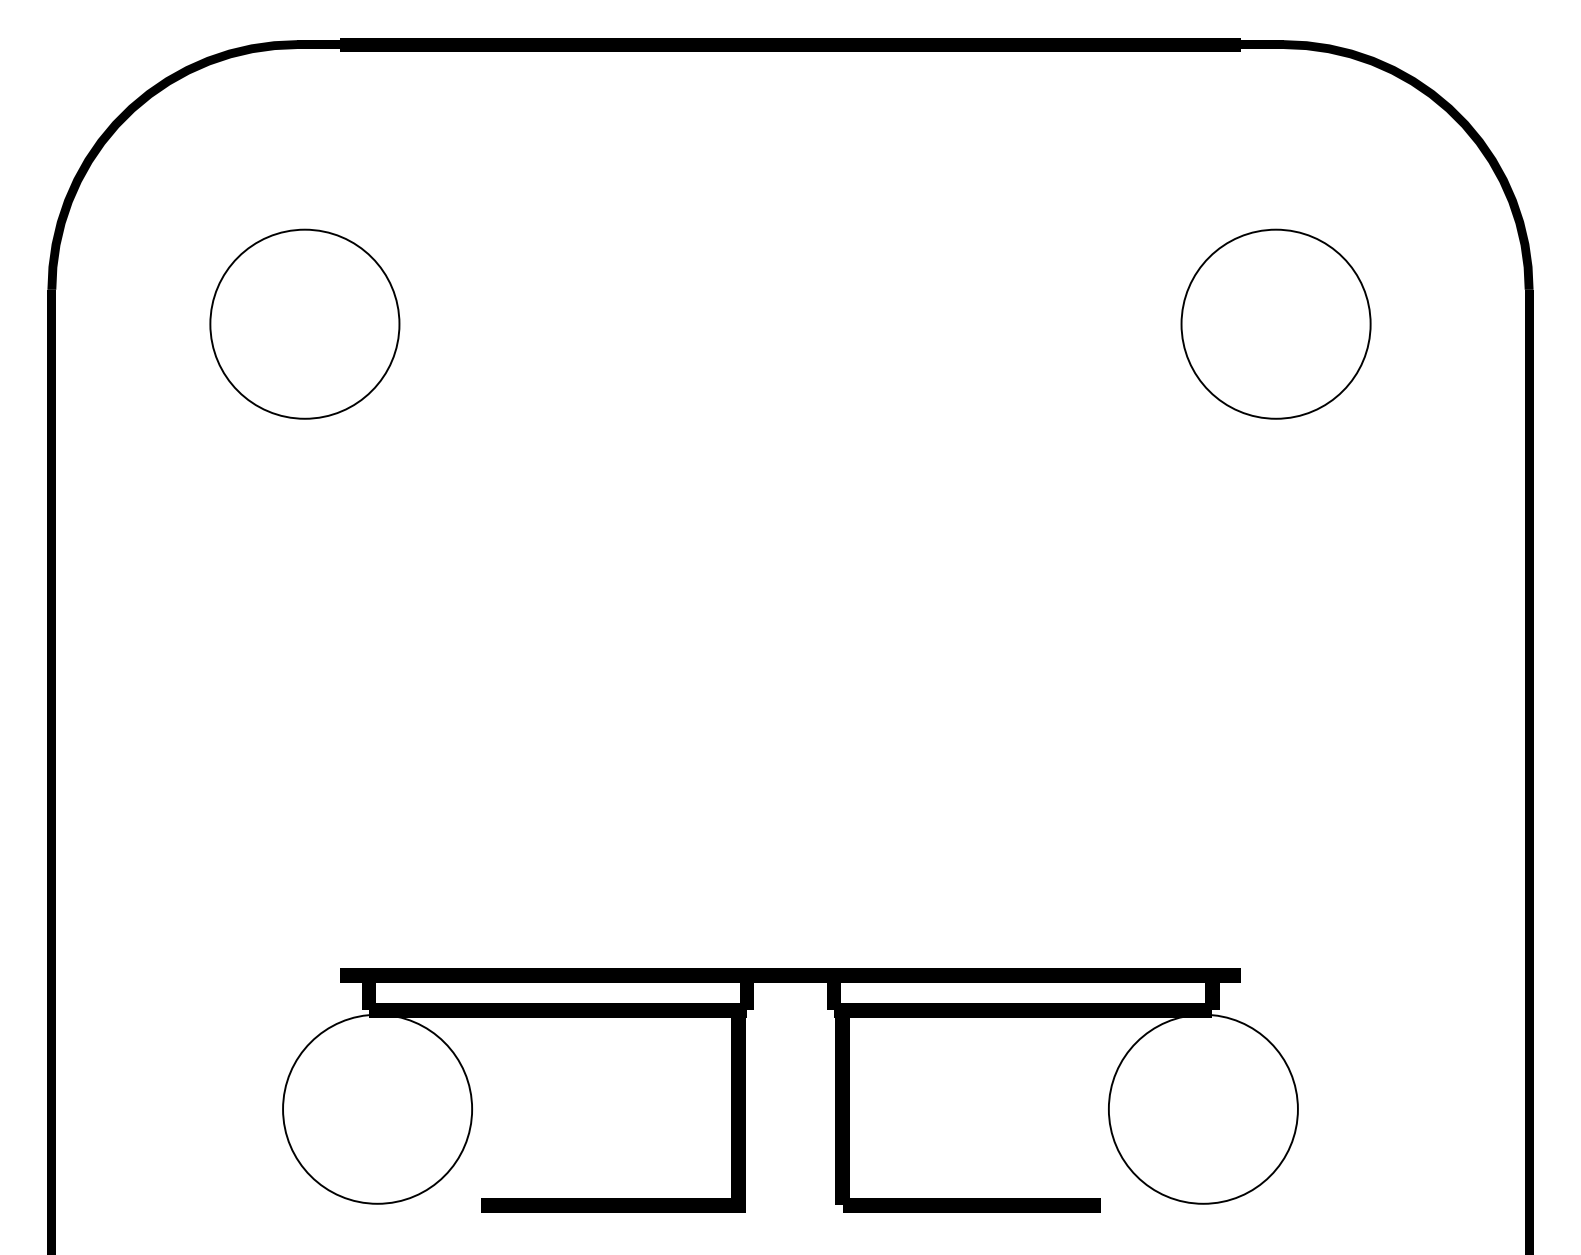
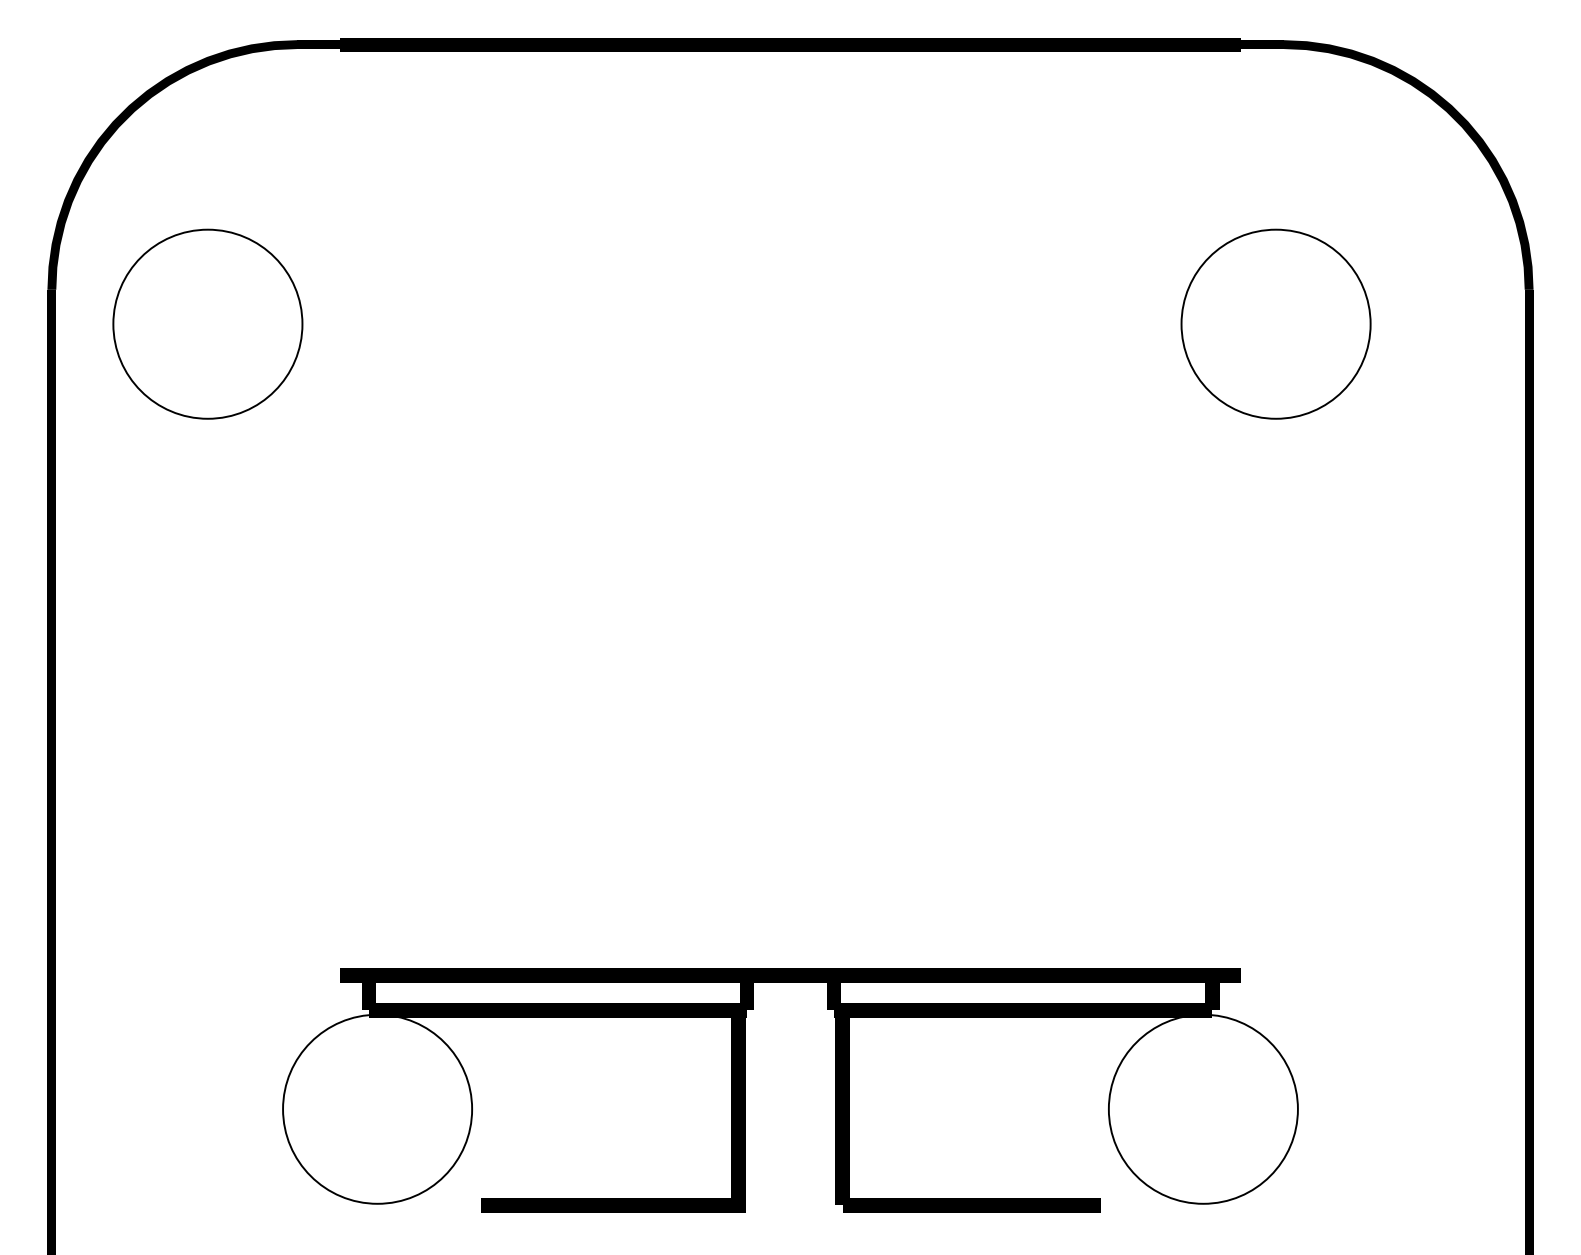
part at (304, 323) position: (304, 323) -> (207, 323)
